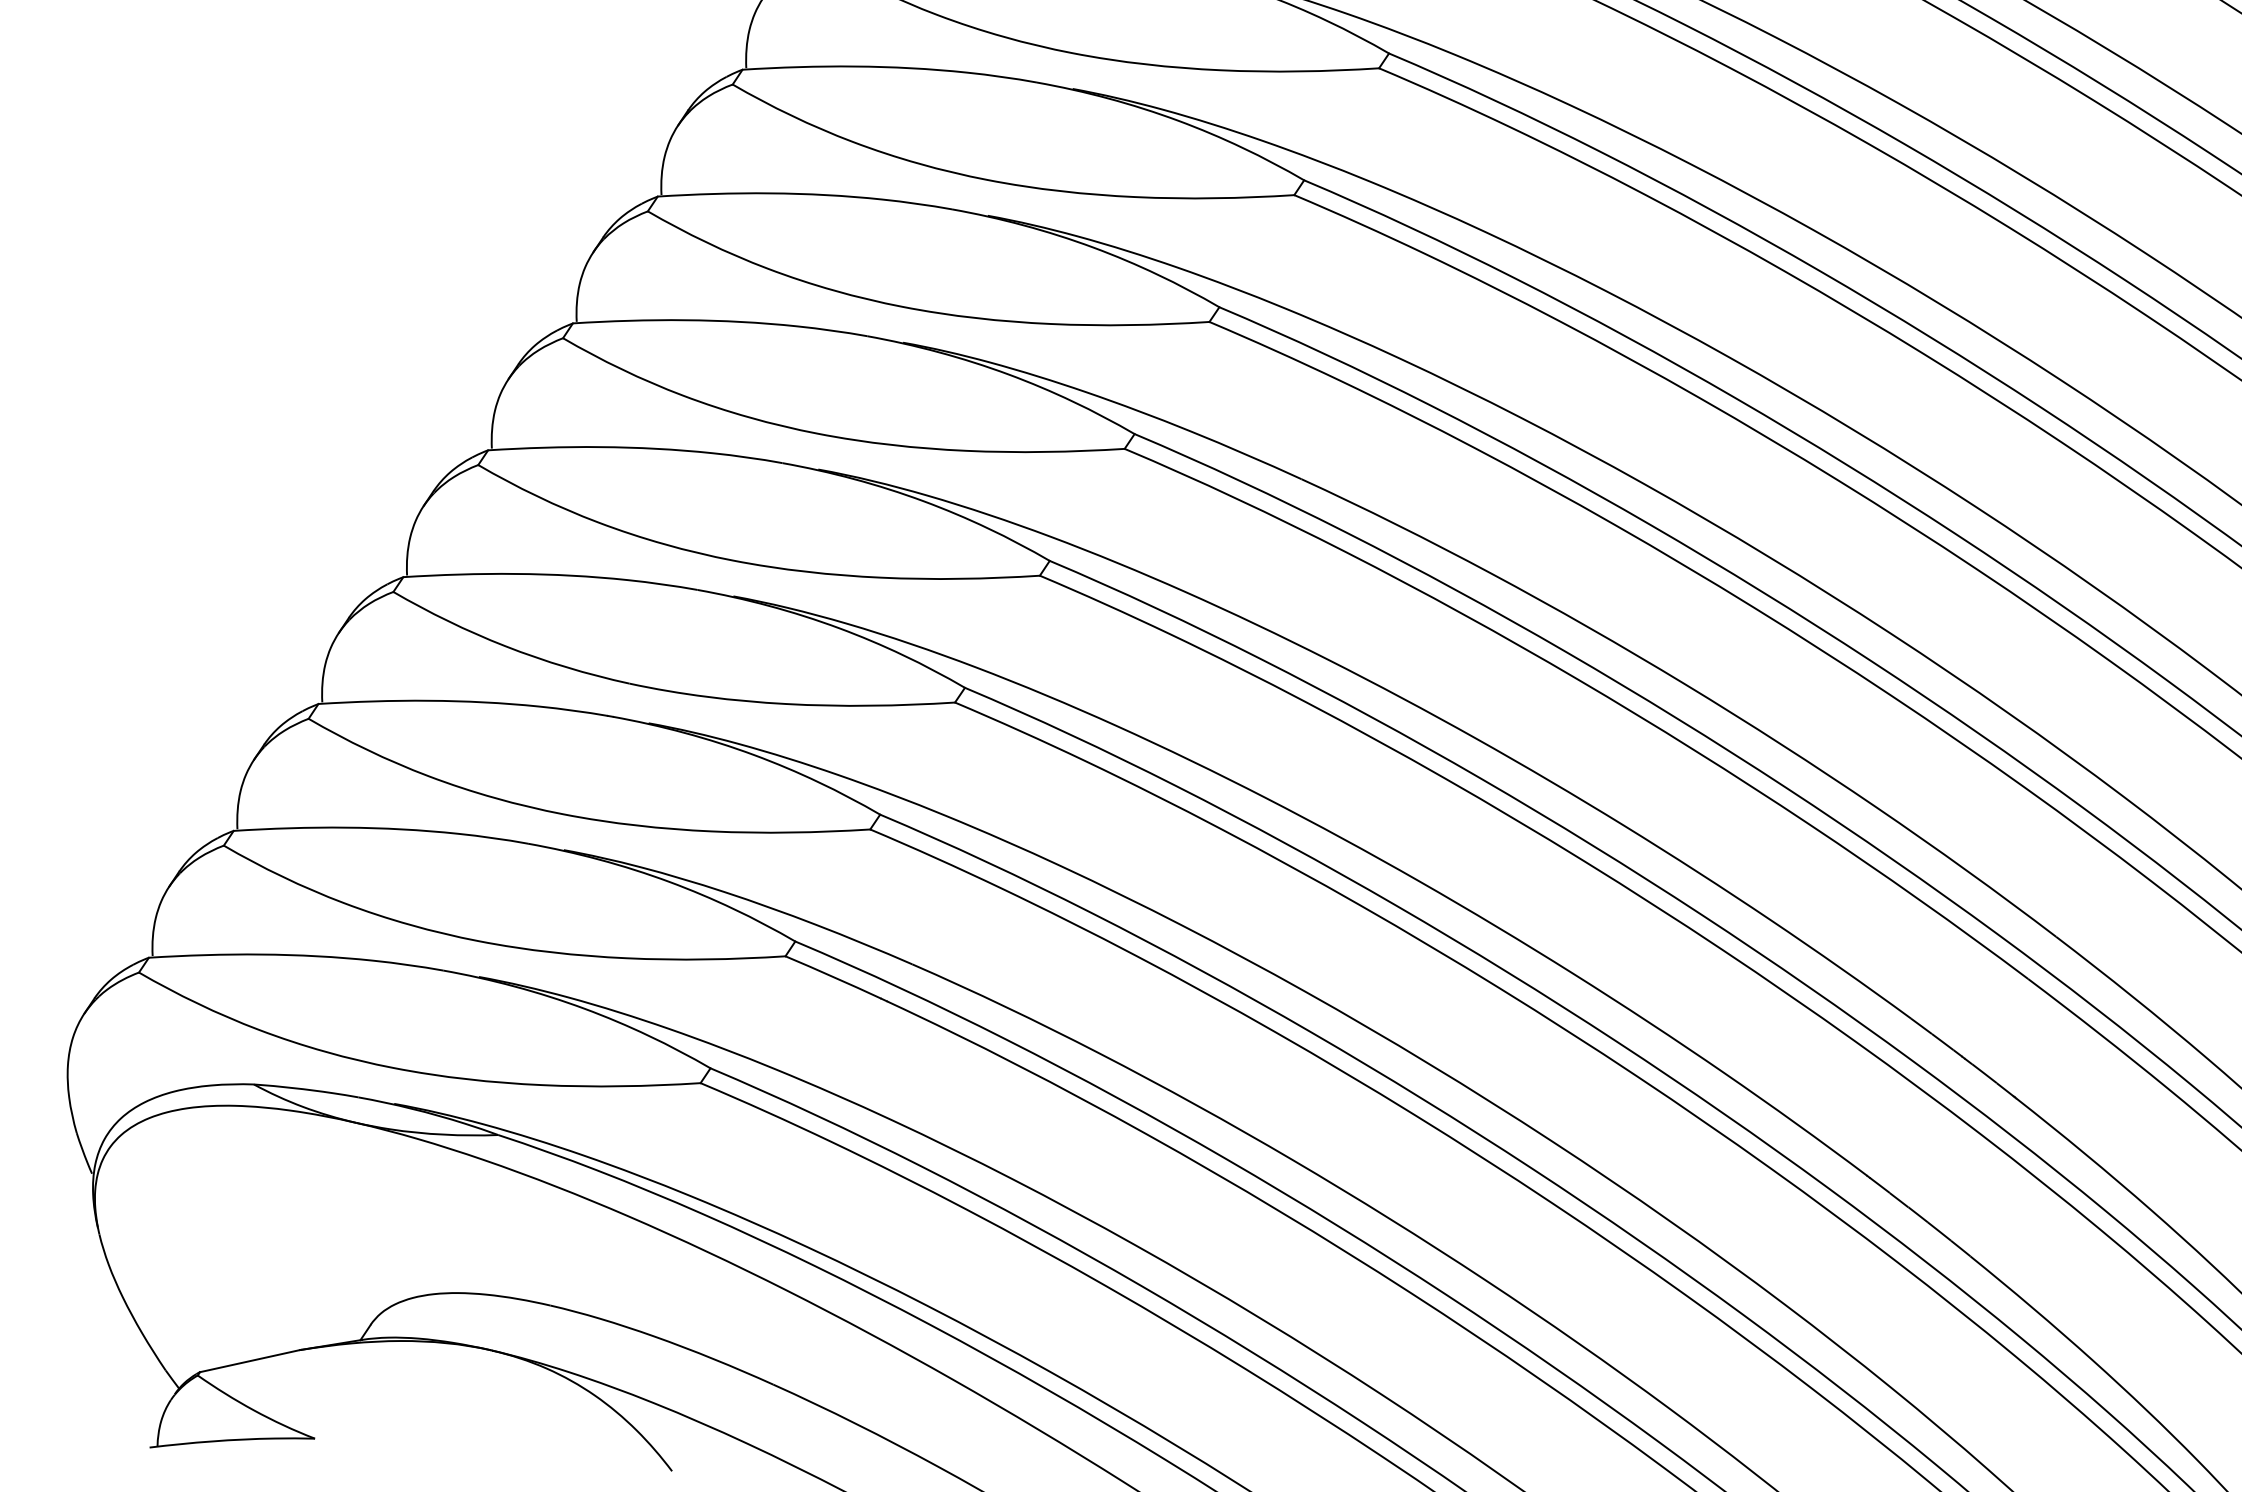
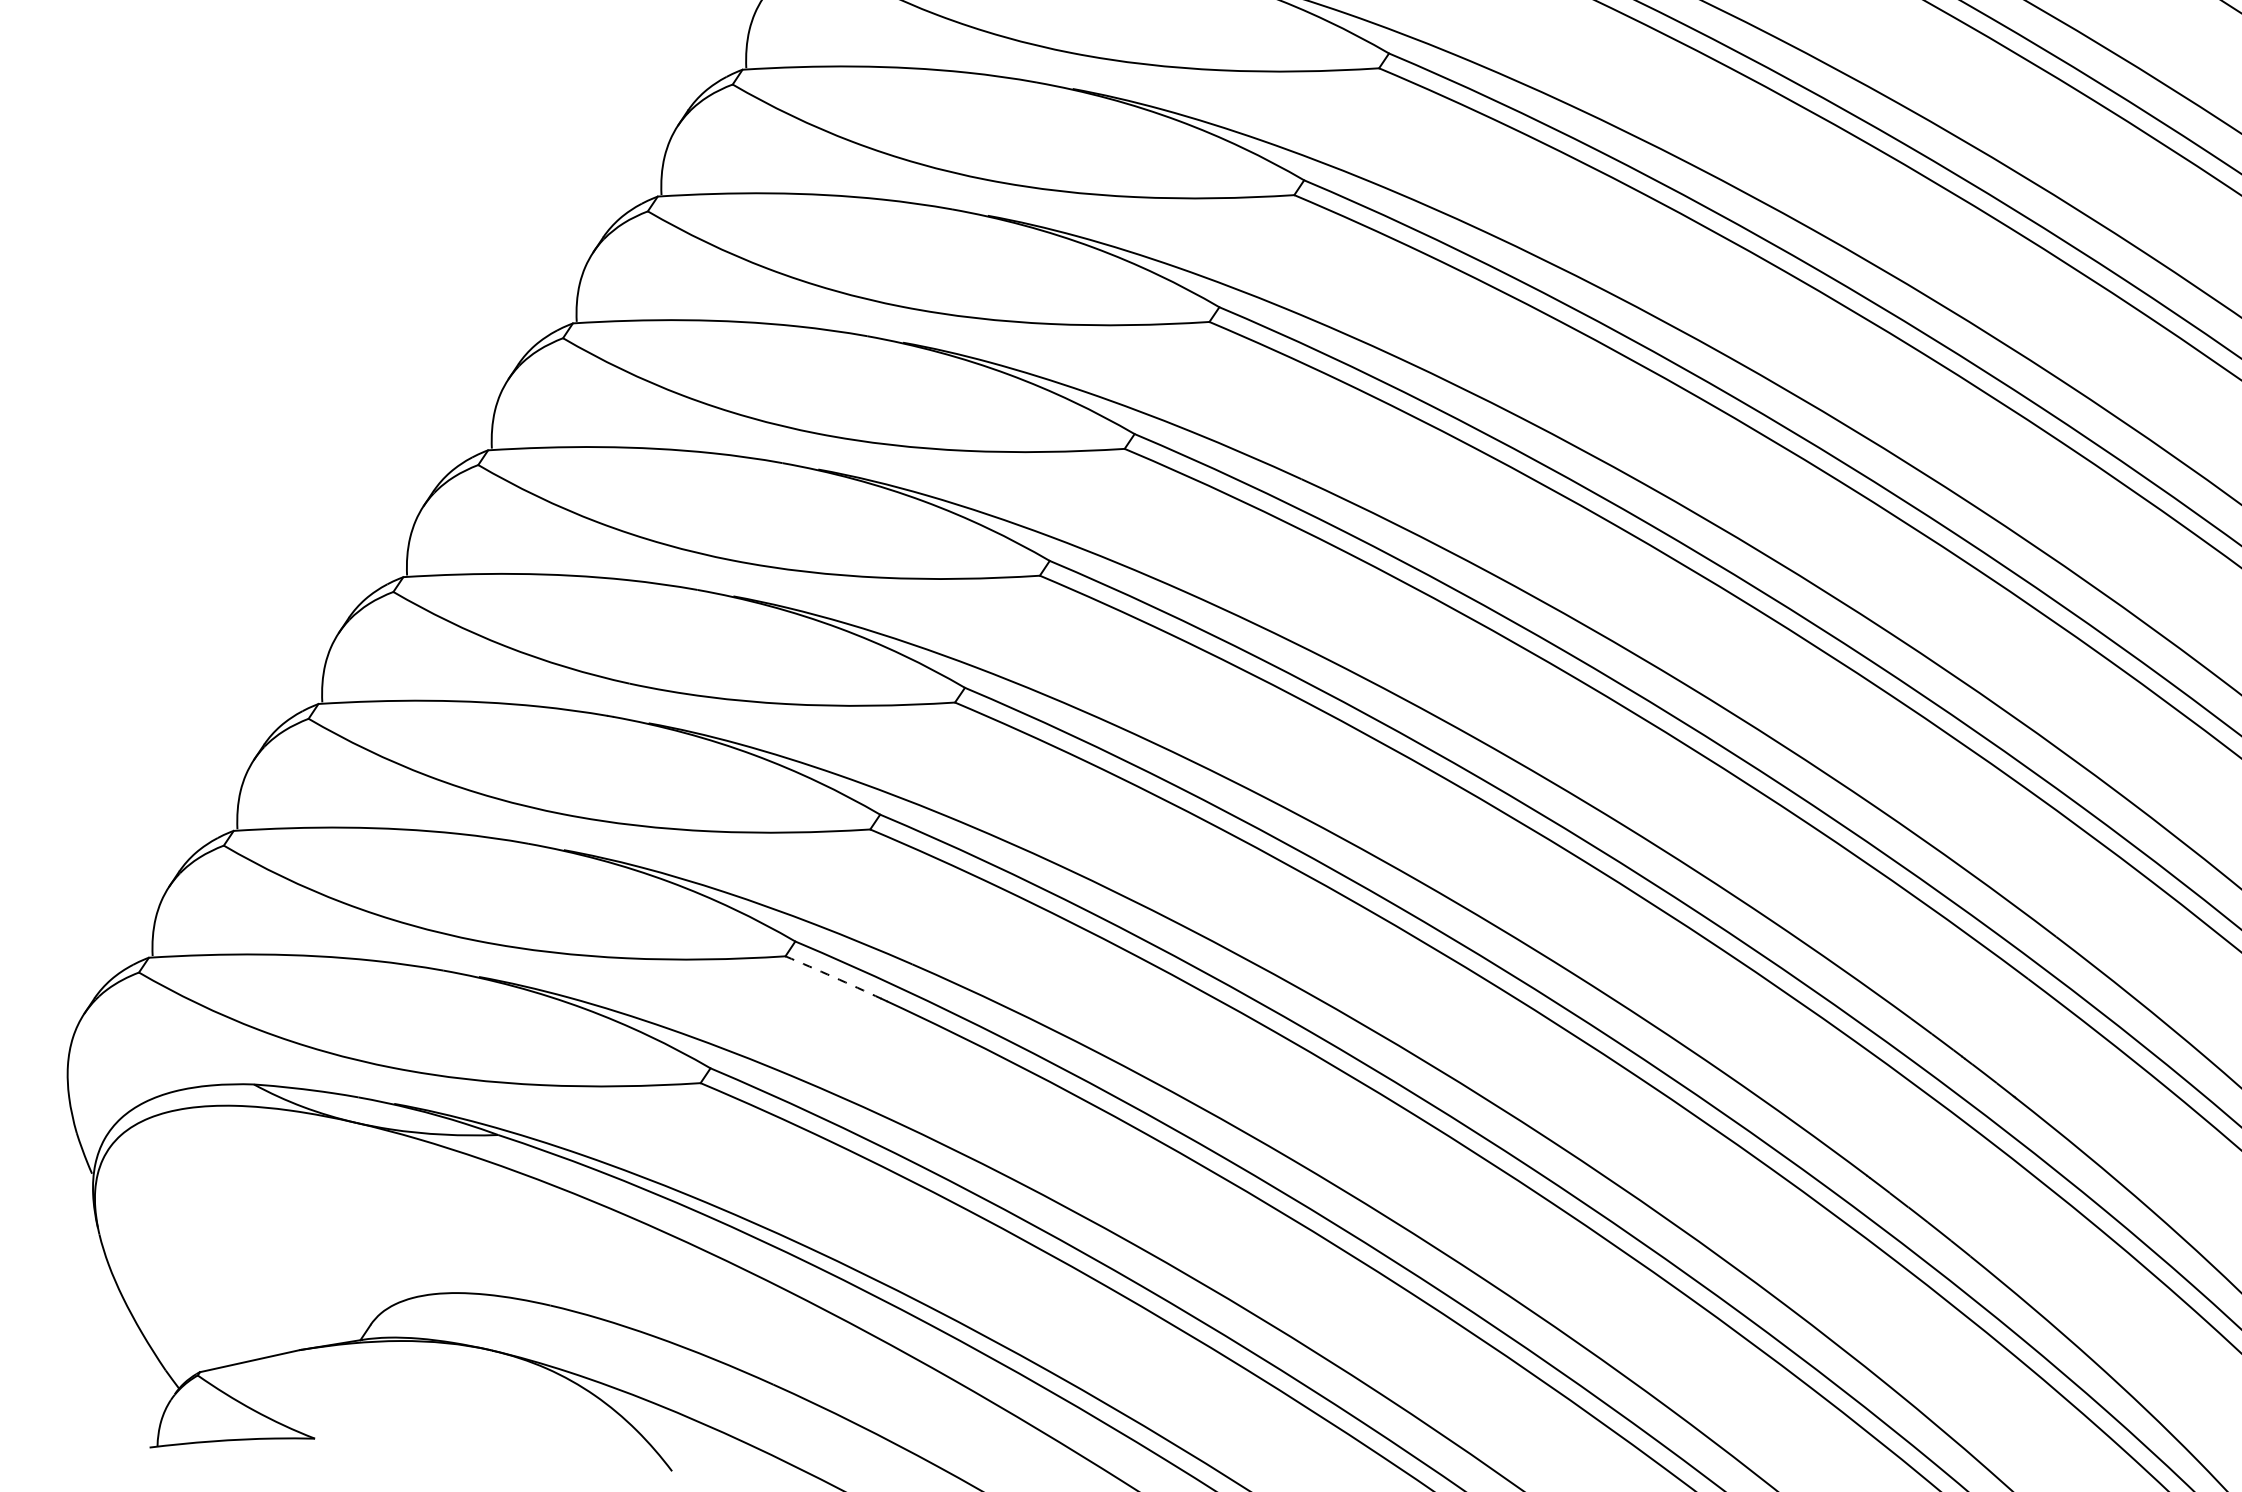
arc at (833, 977): solid -> dashed
